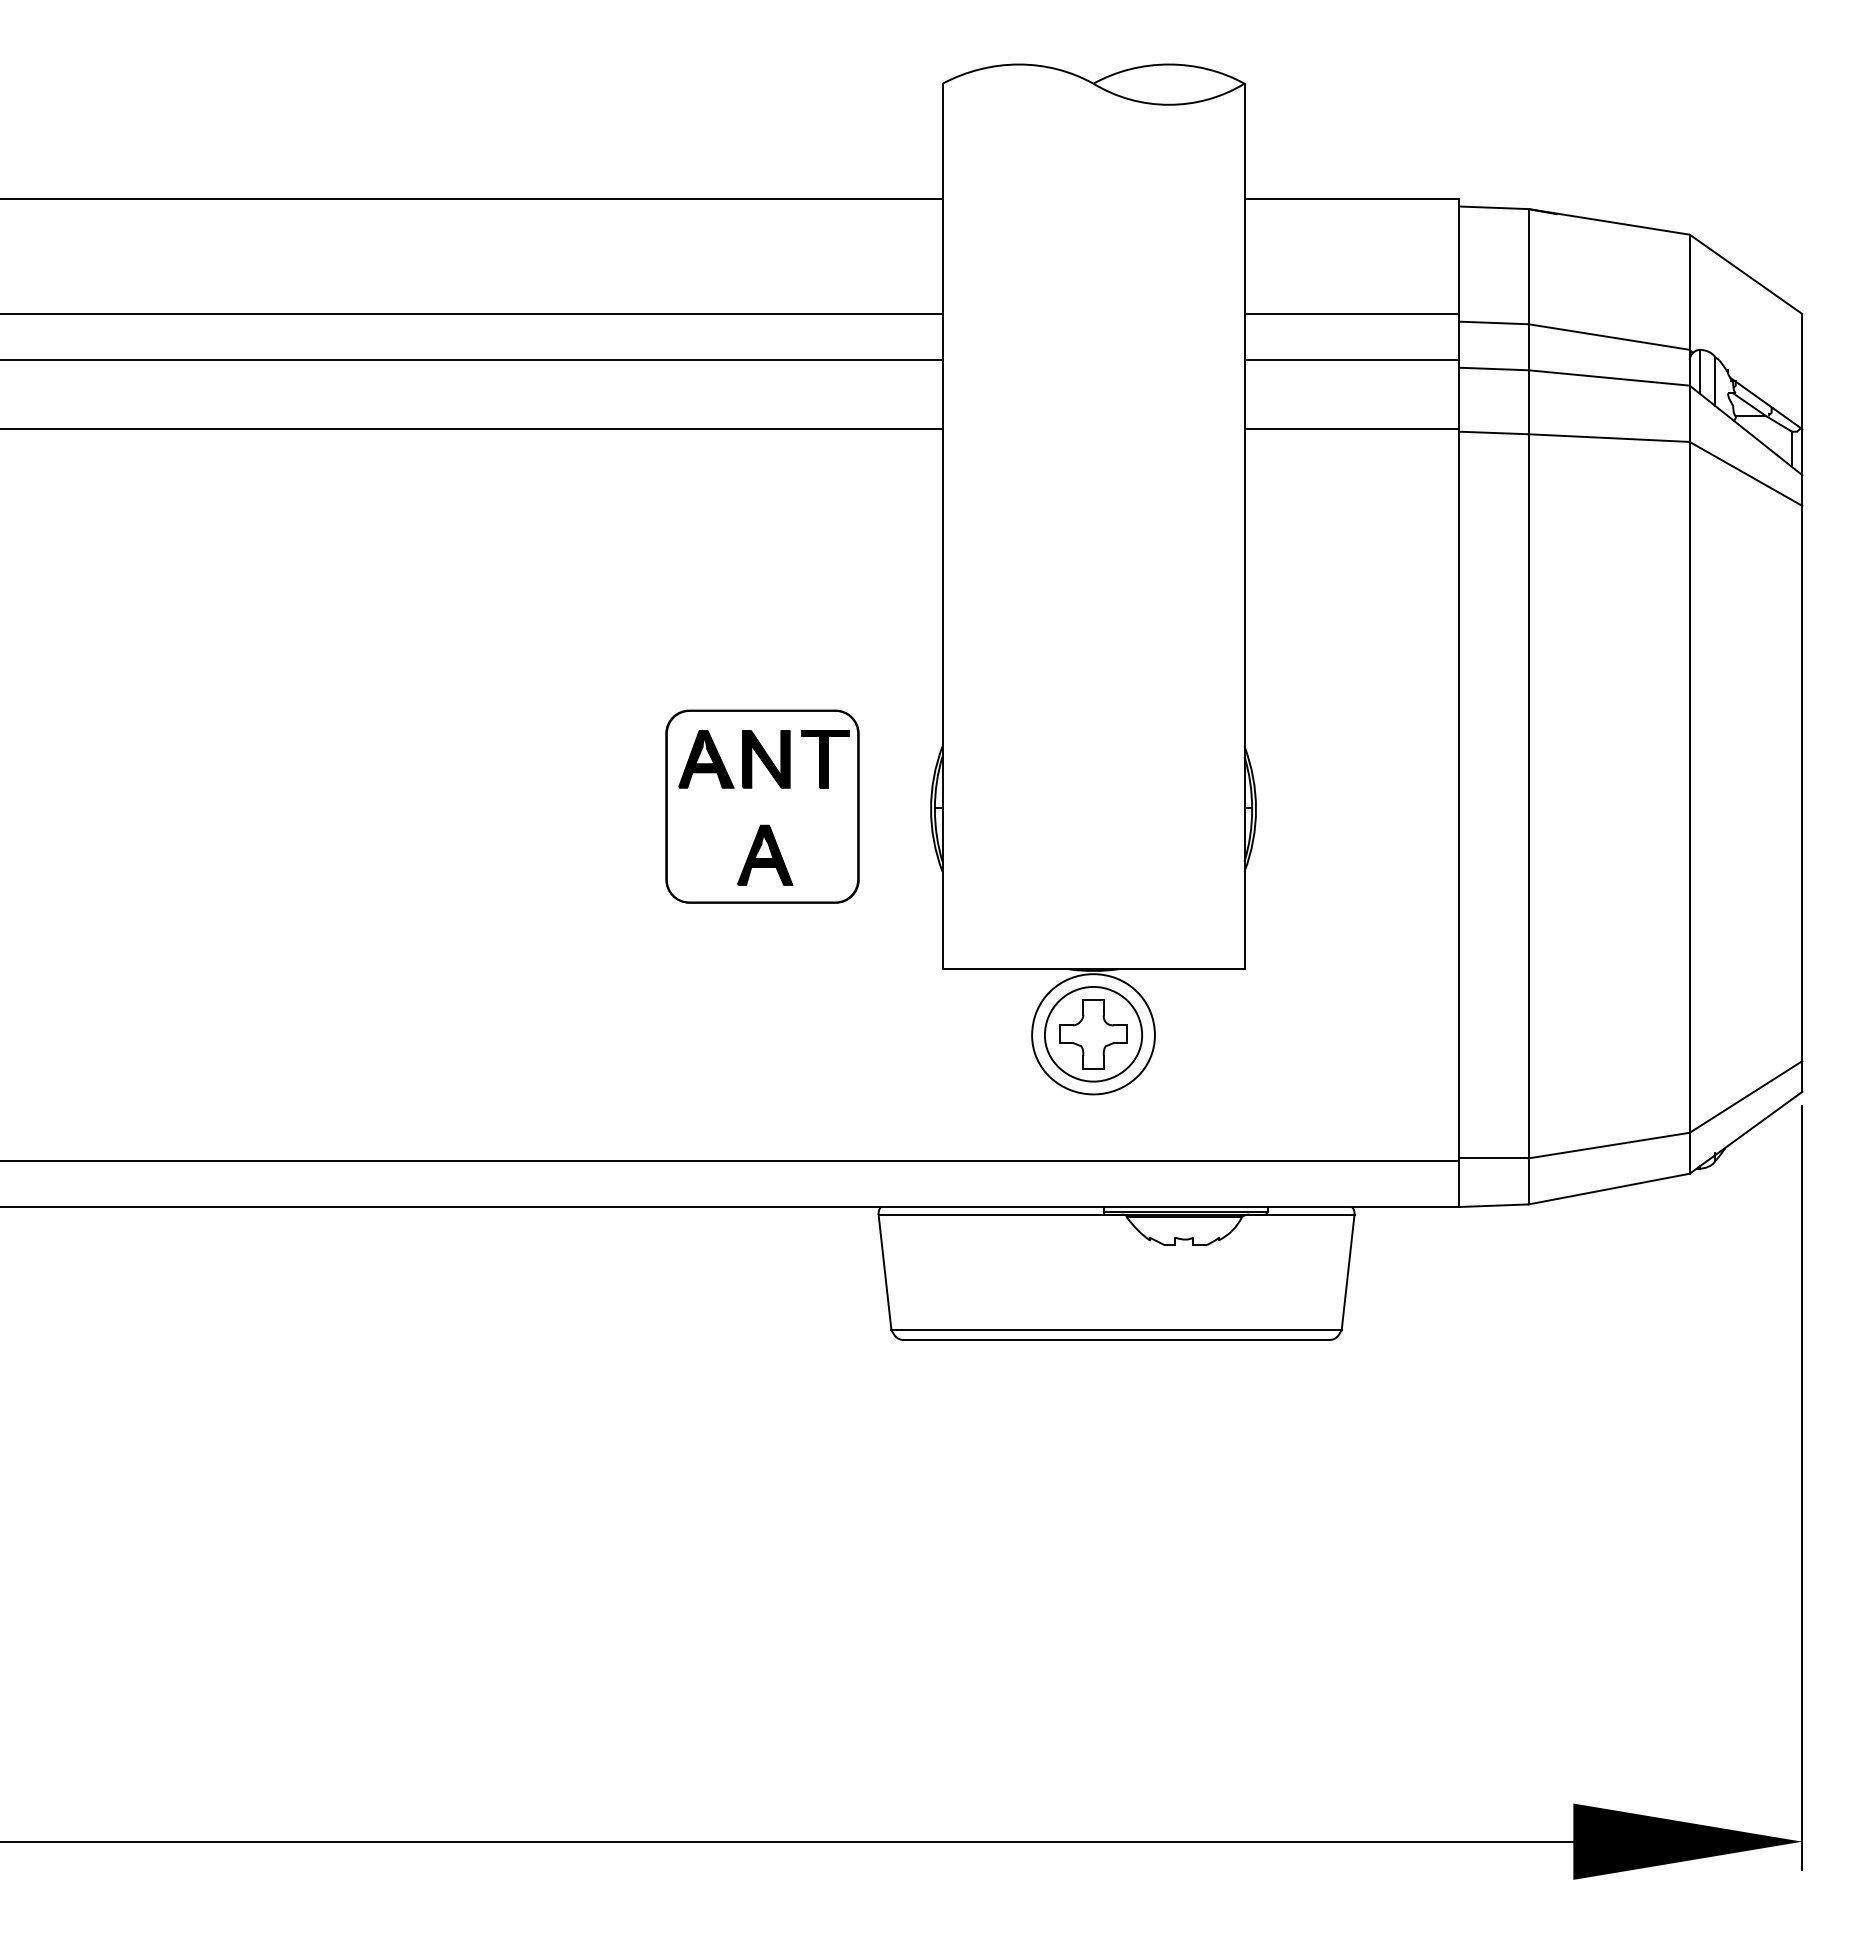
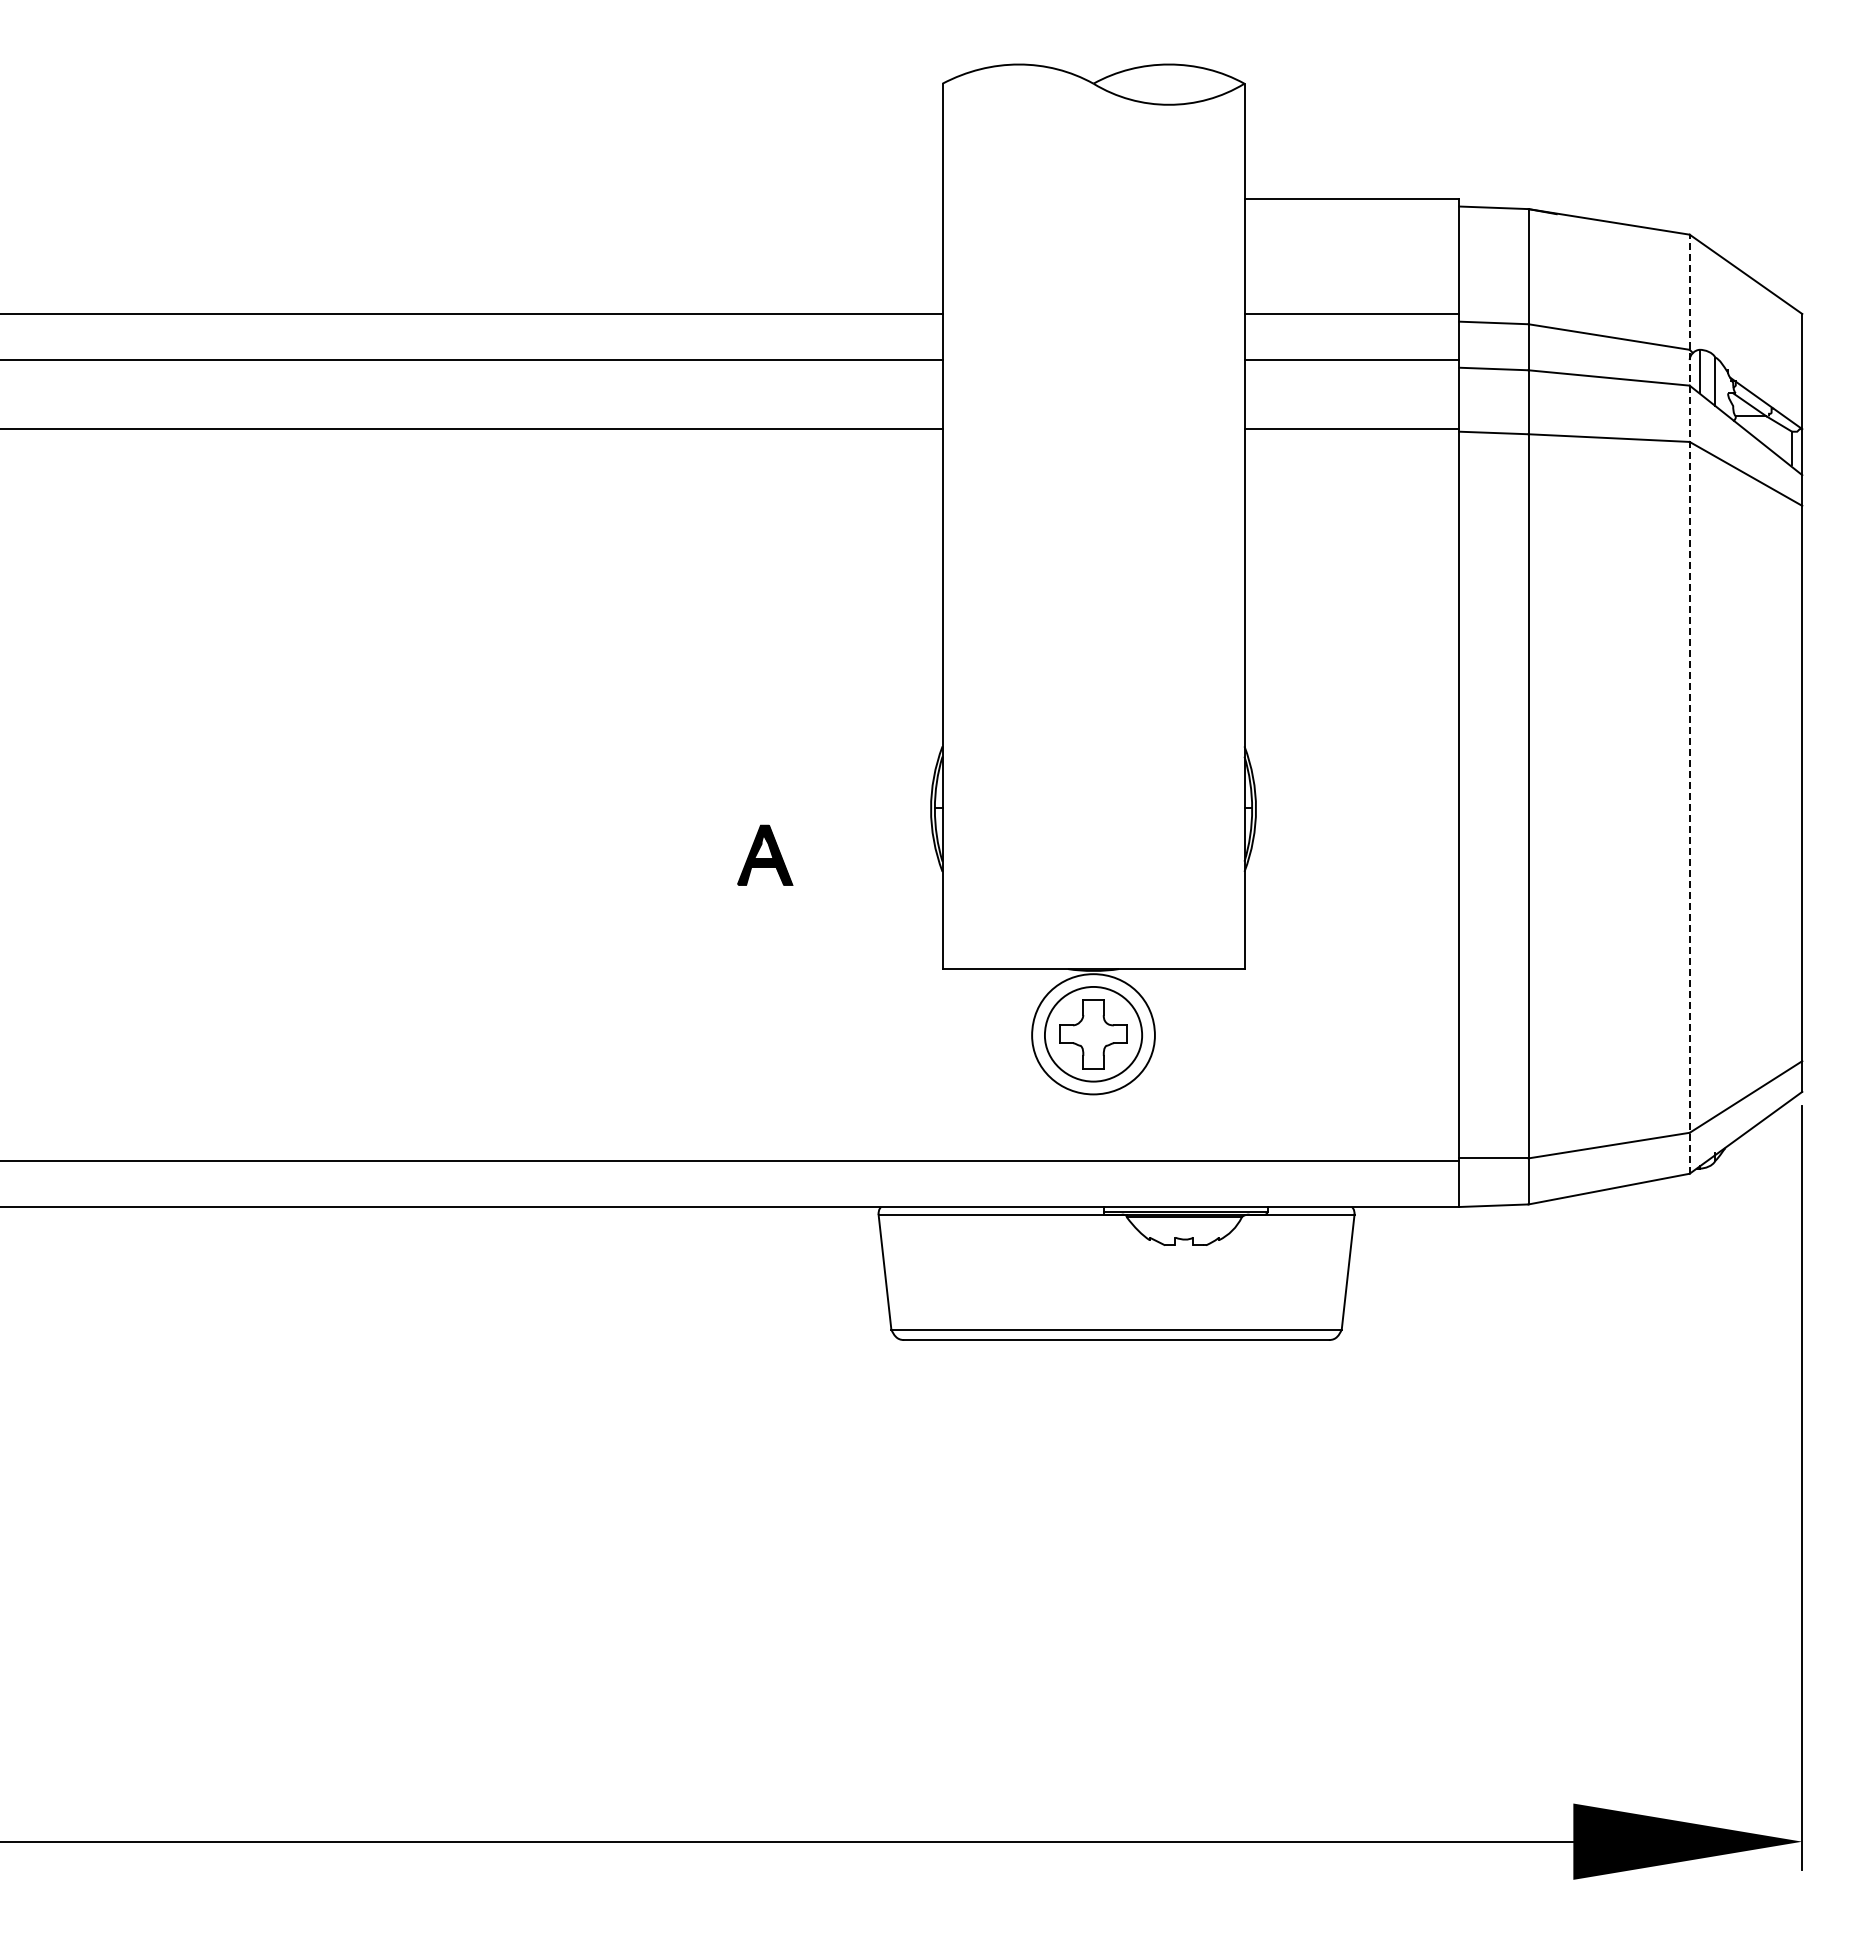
line at (472, 198): present -> none
line at (1689, 704): solid -> dashed
part at (762, 806): present -> none
